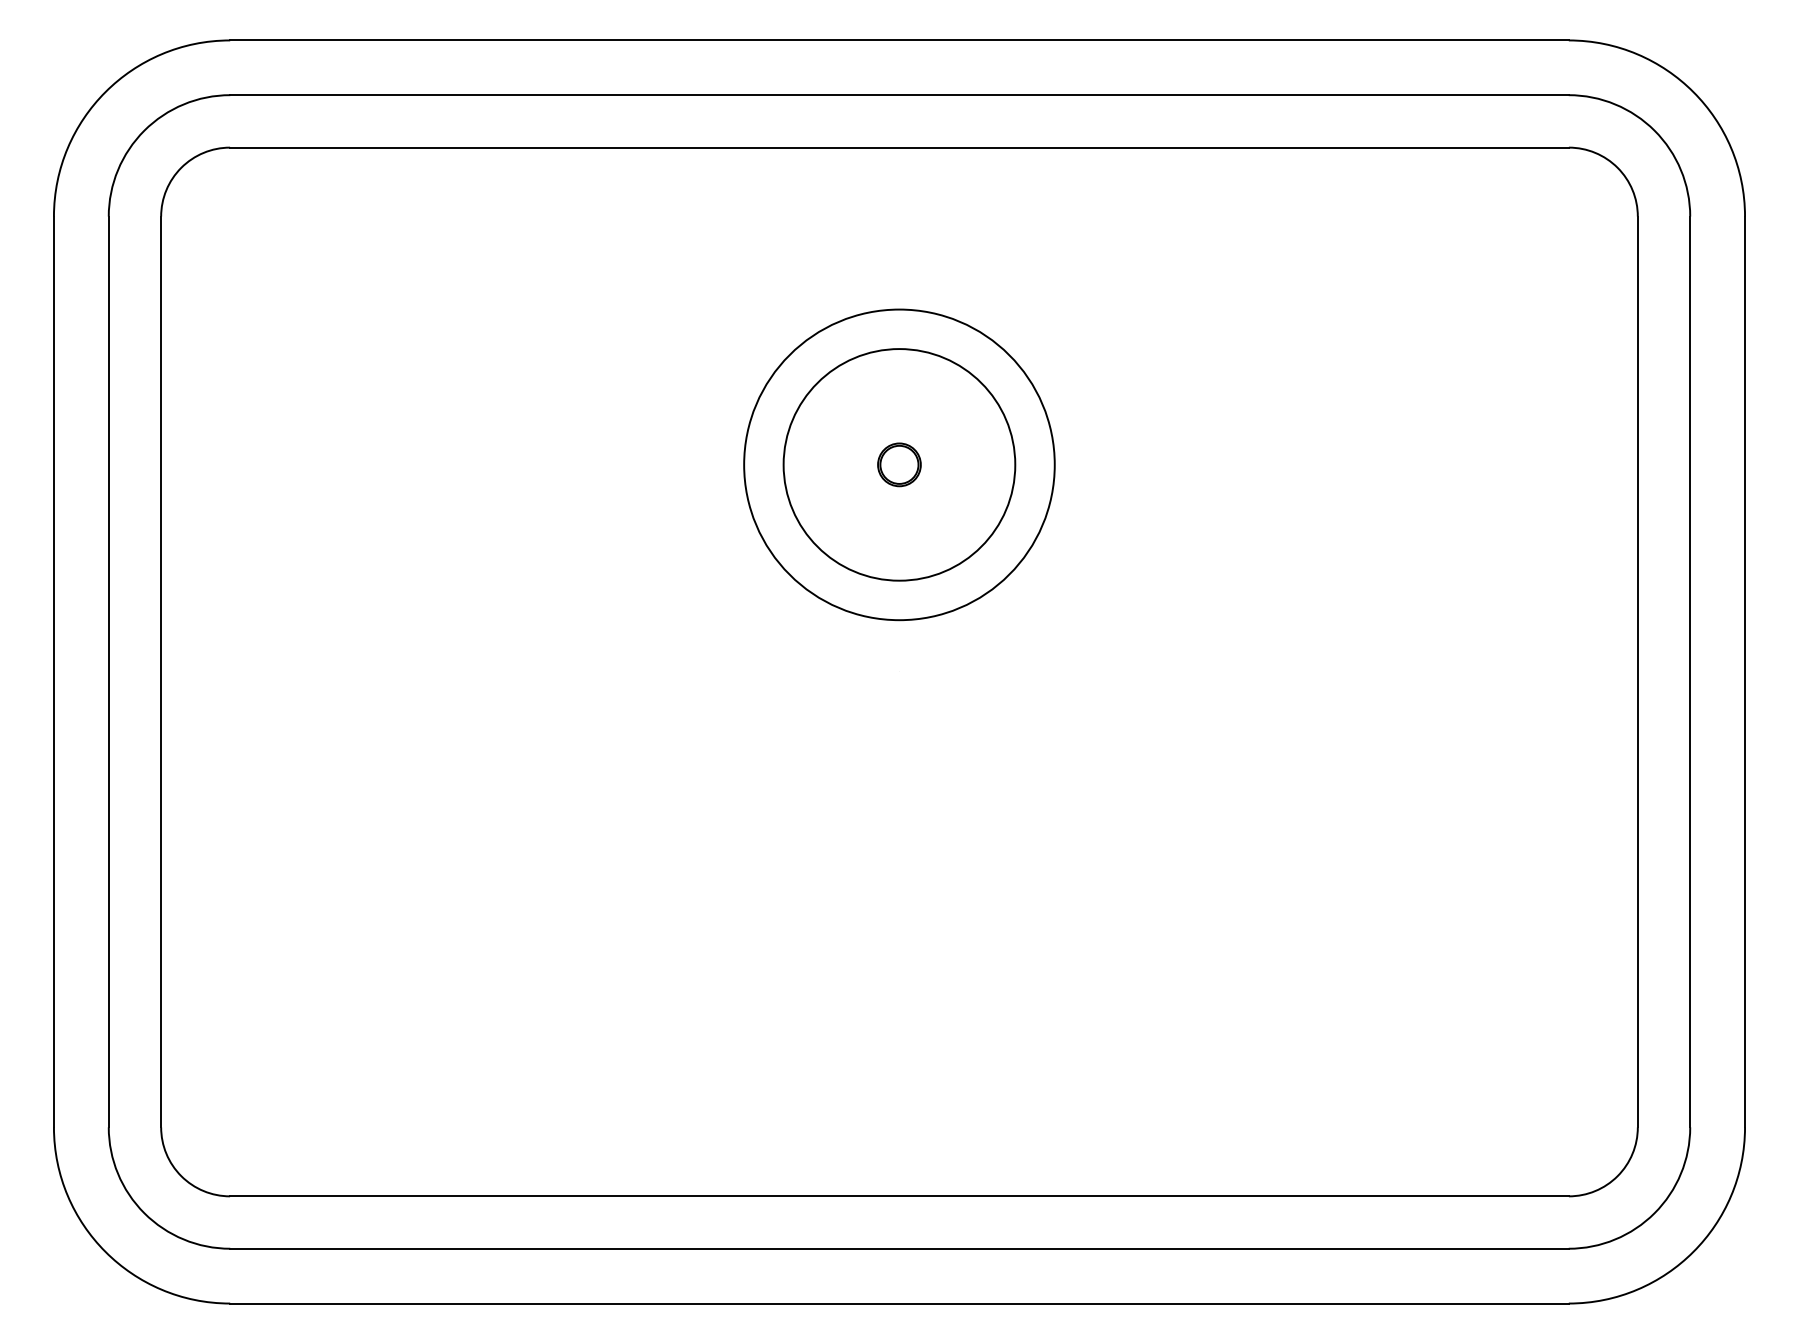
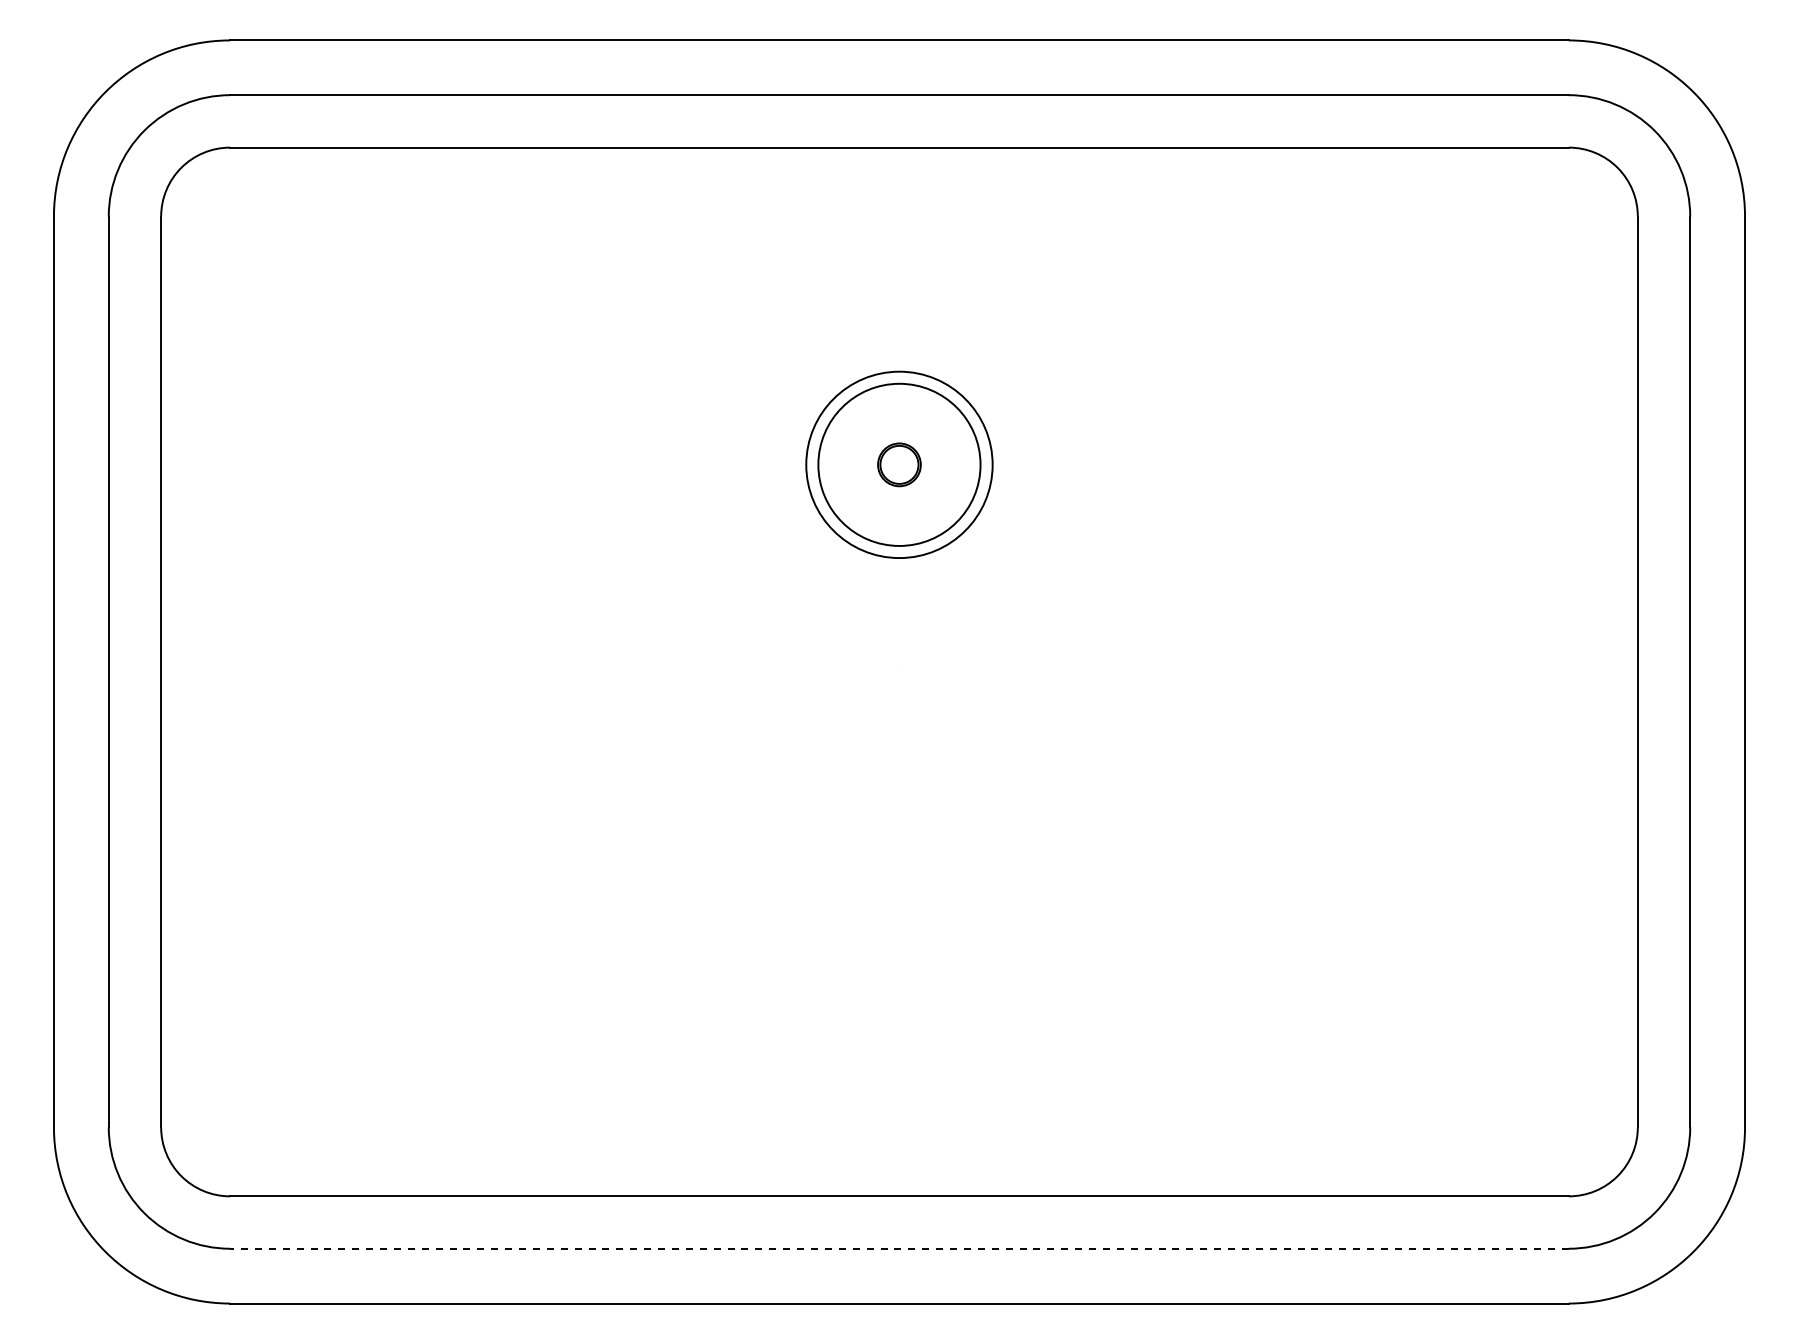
circle at (899, 464) diameter: 232 px -> 162 px
circle at (899, 464) diameter: 311 px -> 186 px
line at (899, 1248): solid -> dashed
